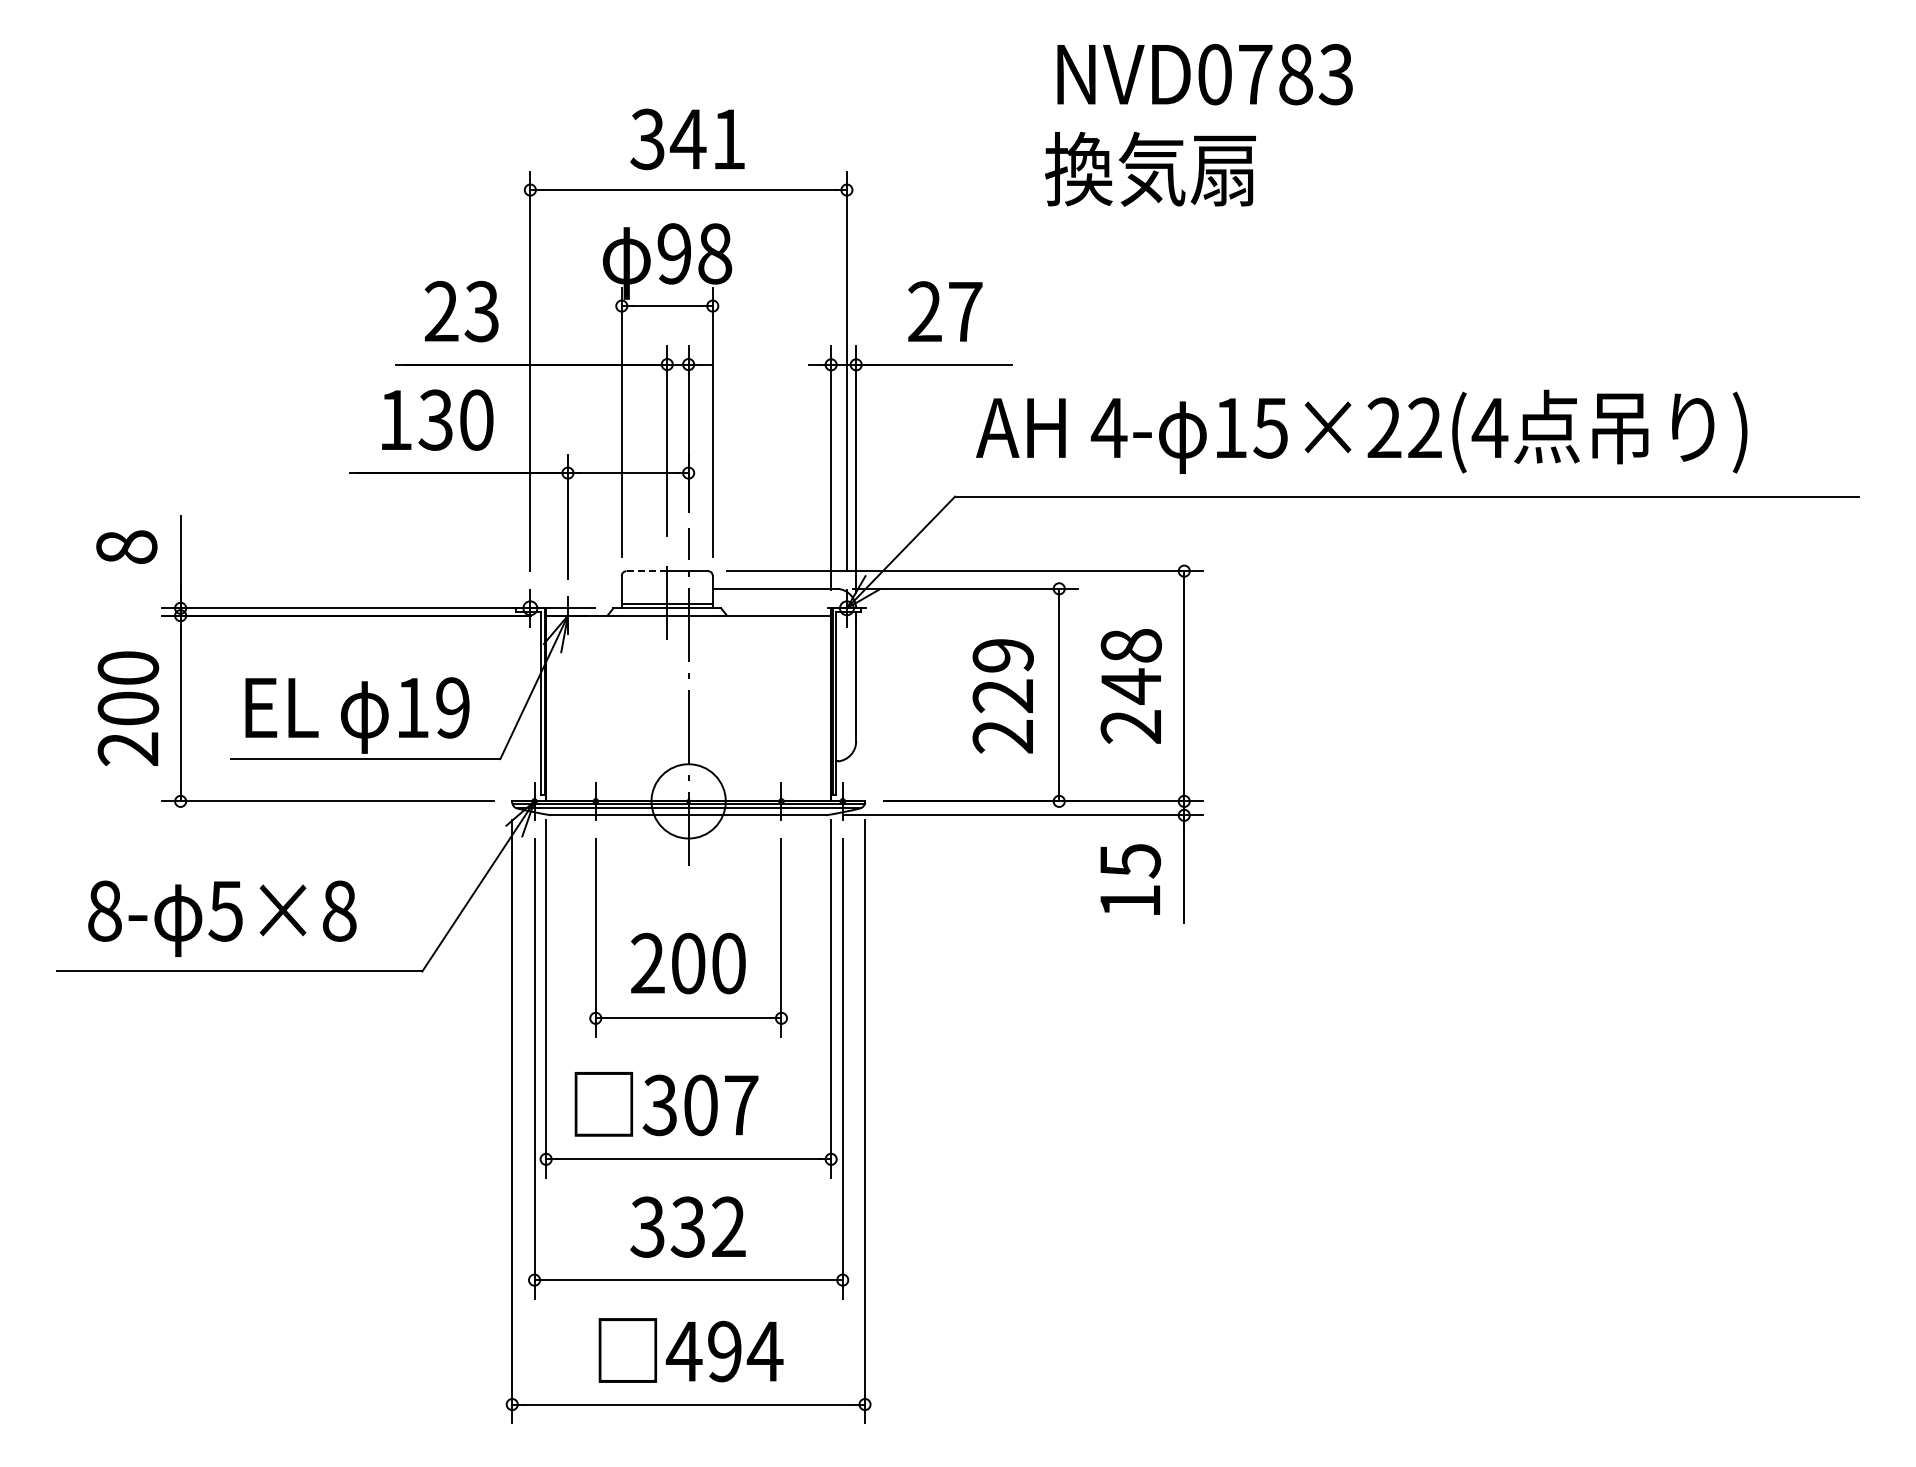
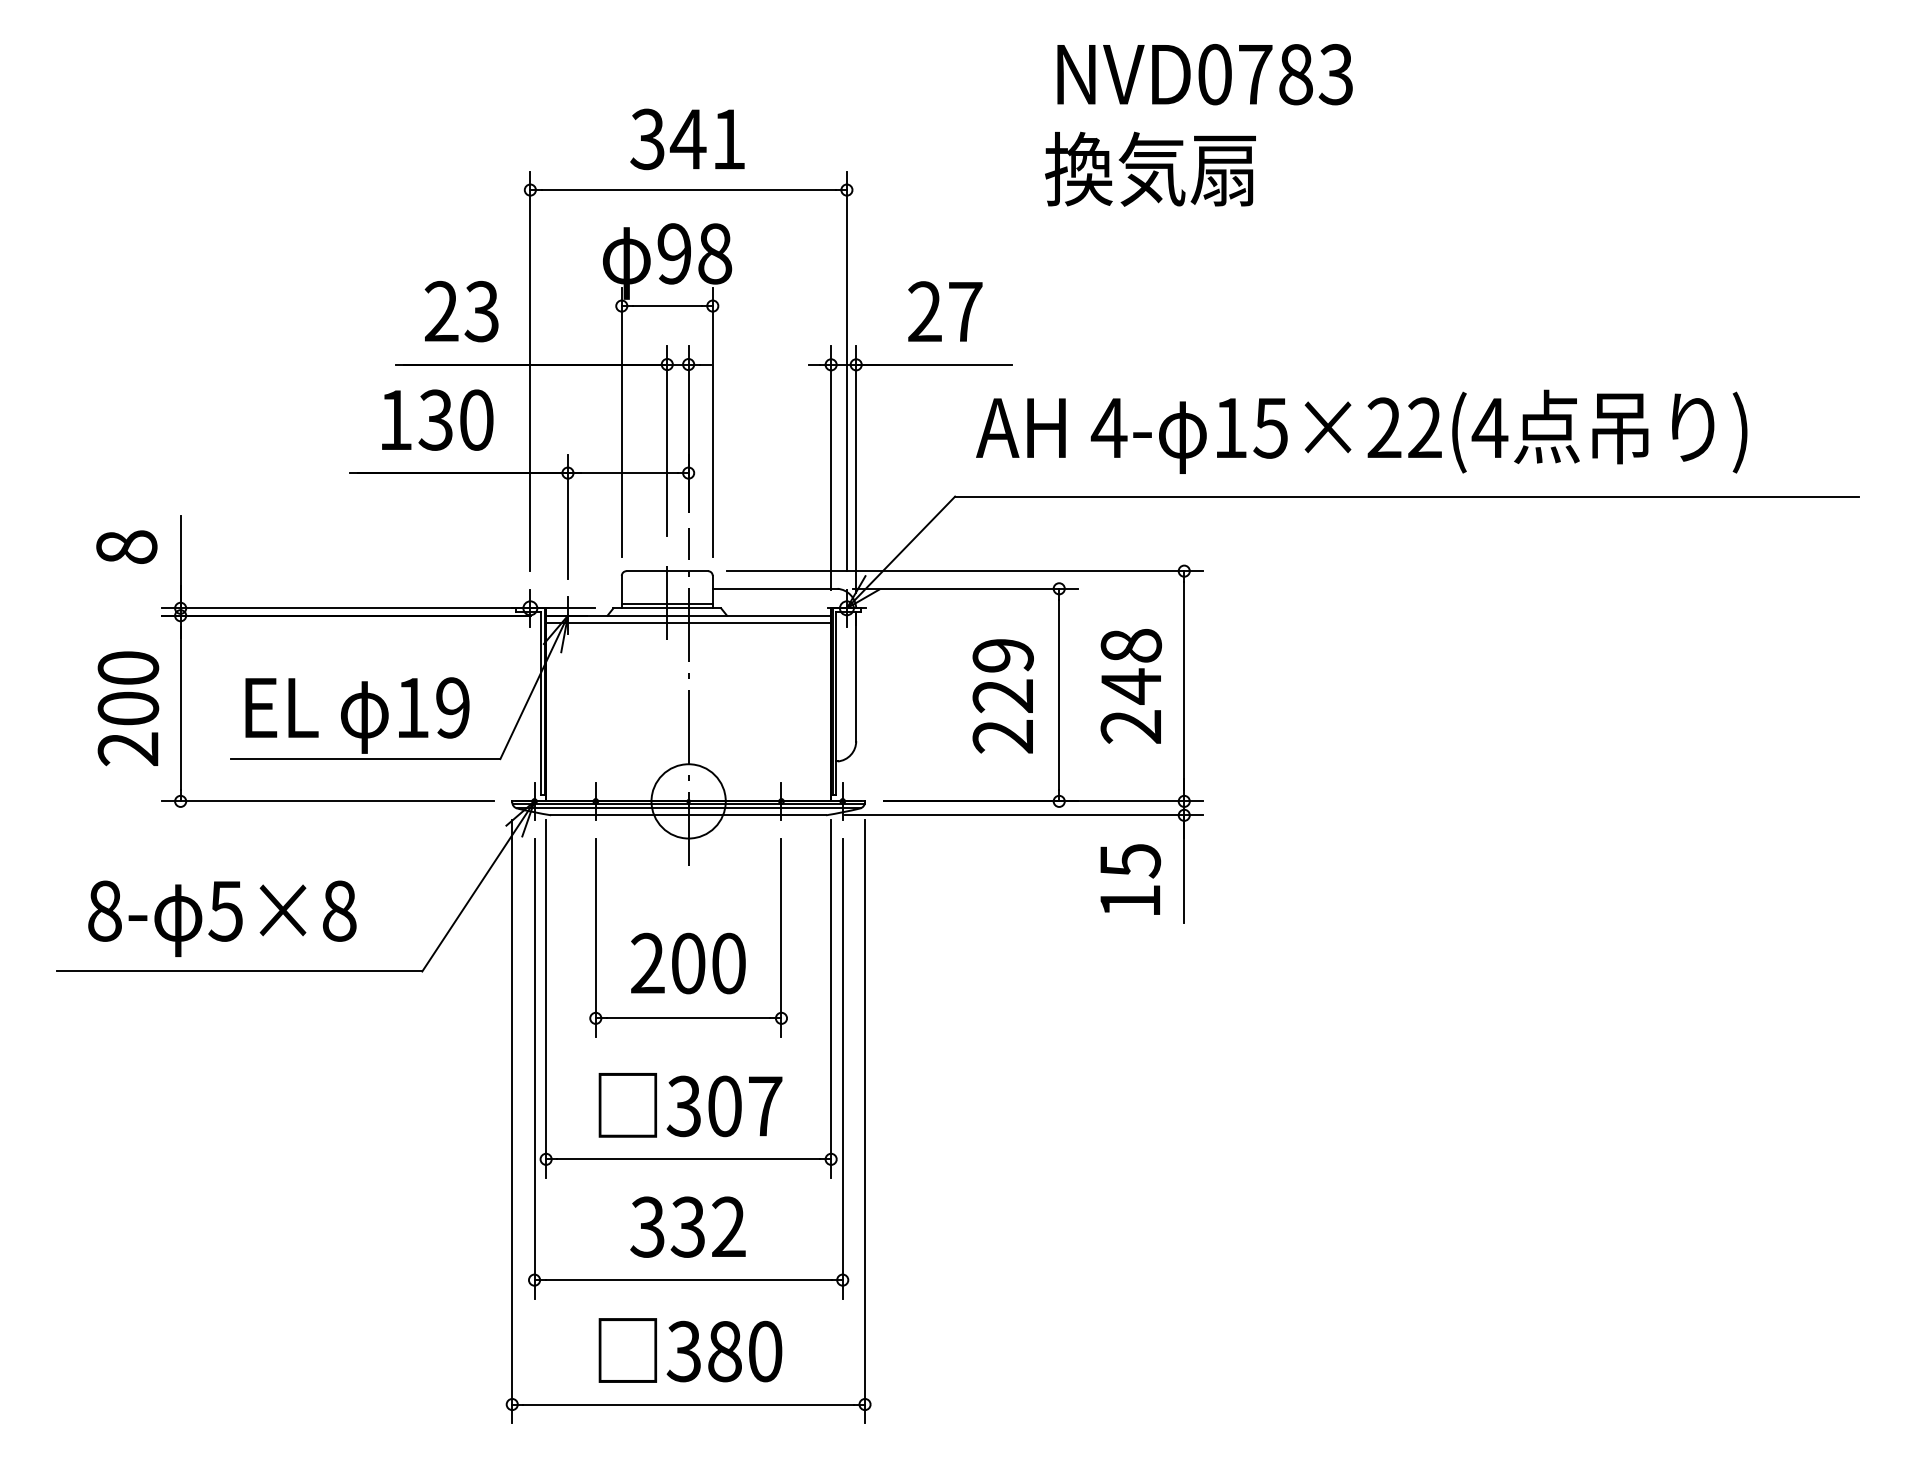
line at (647, 571): dashed -> solid
line at (688, 623): none -> present
text at (666, 1104) position: (666, 1104) -> (690, 1105)
text at (724, 1351): 494 -> 380
